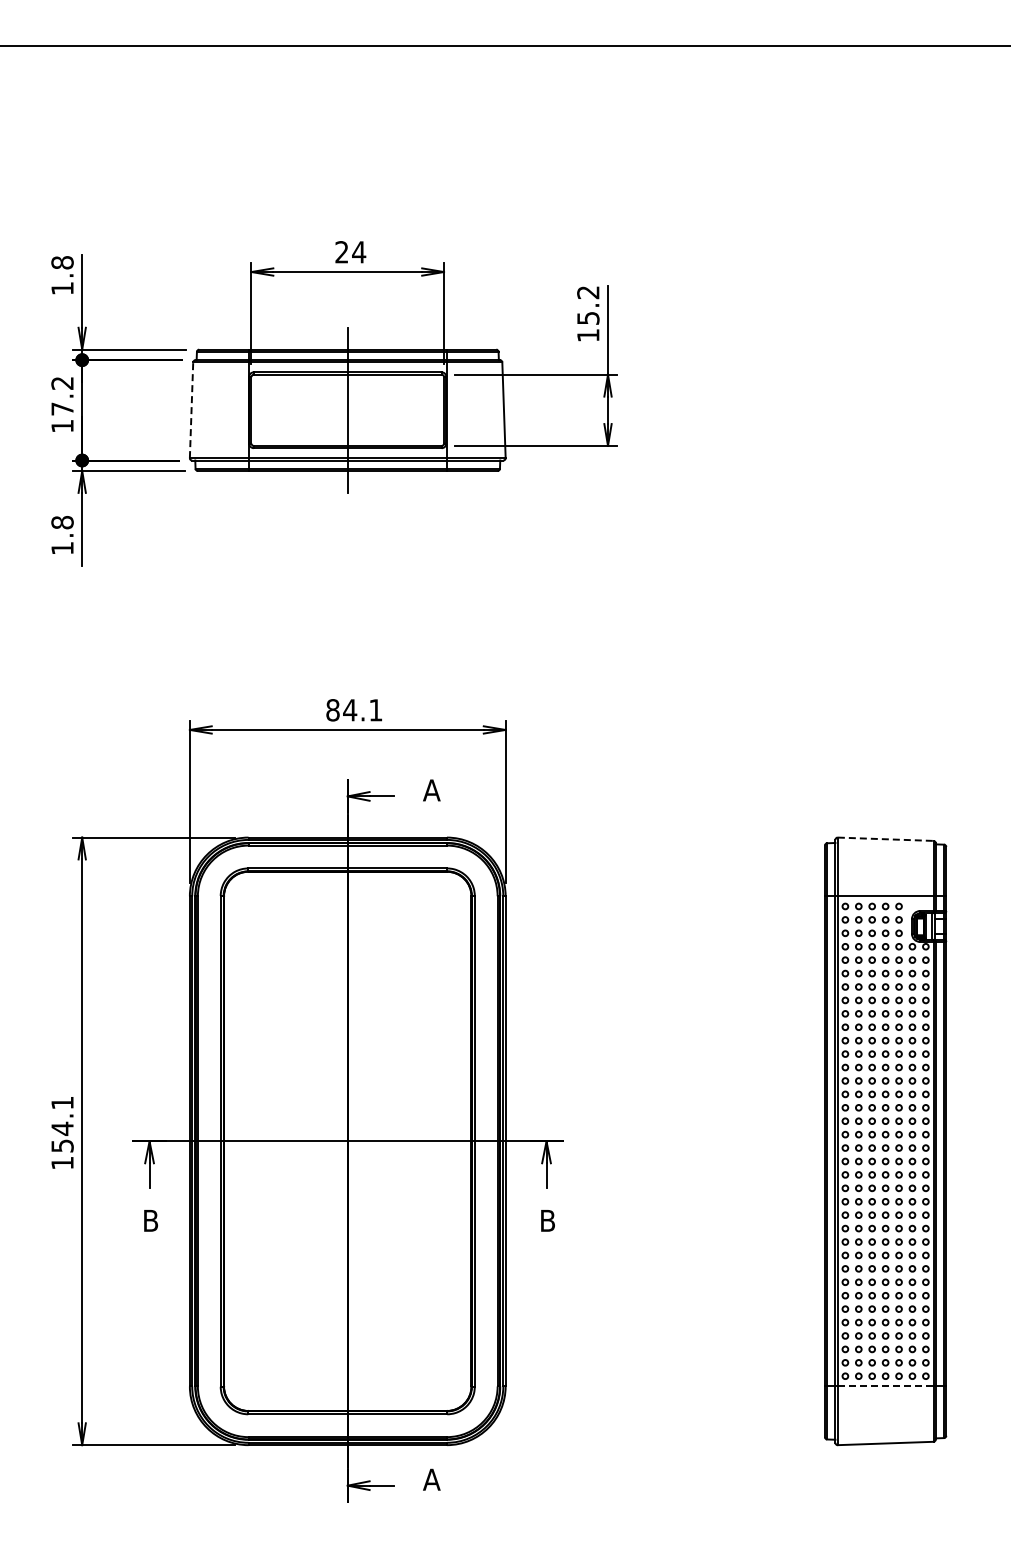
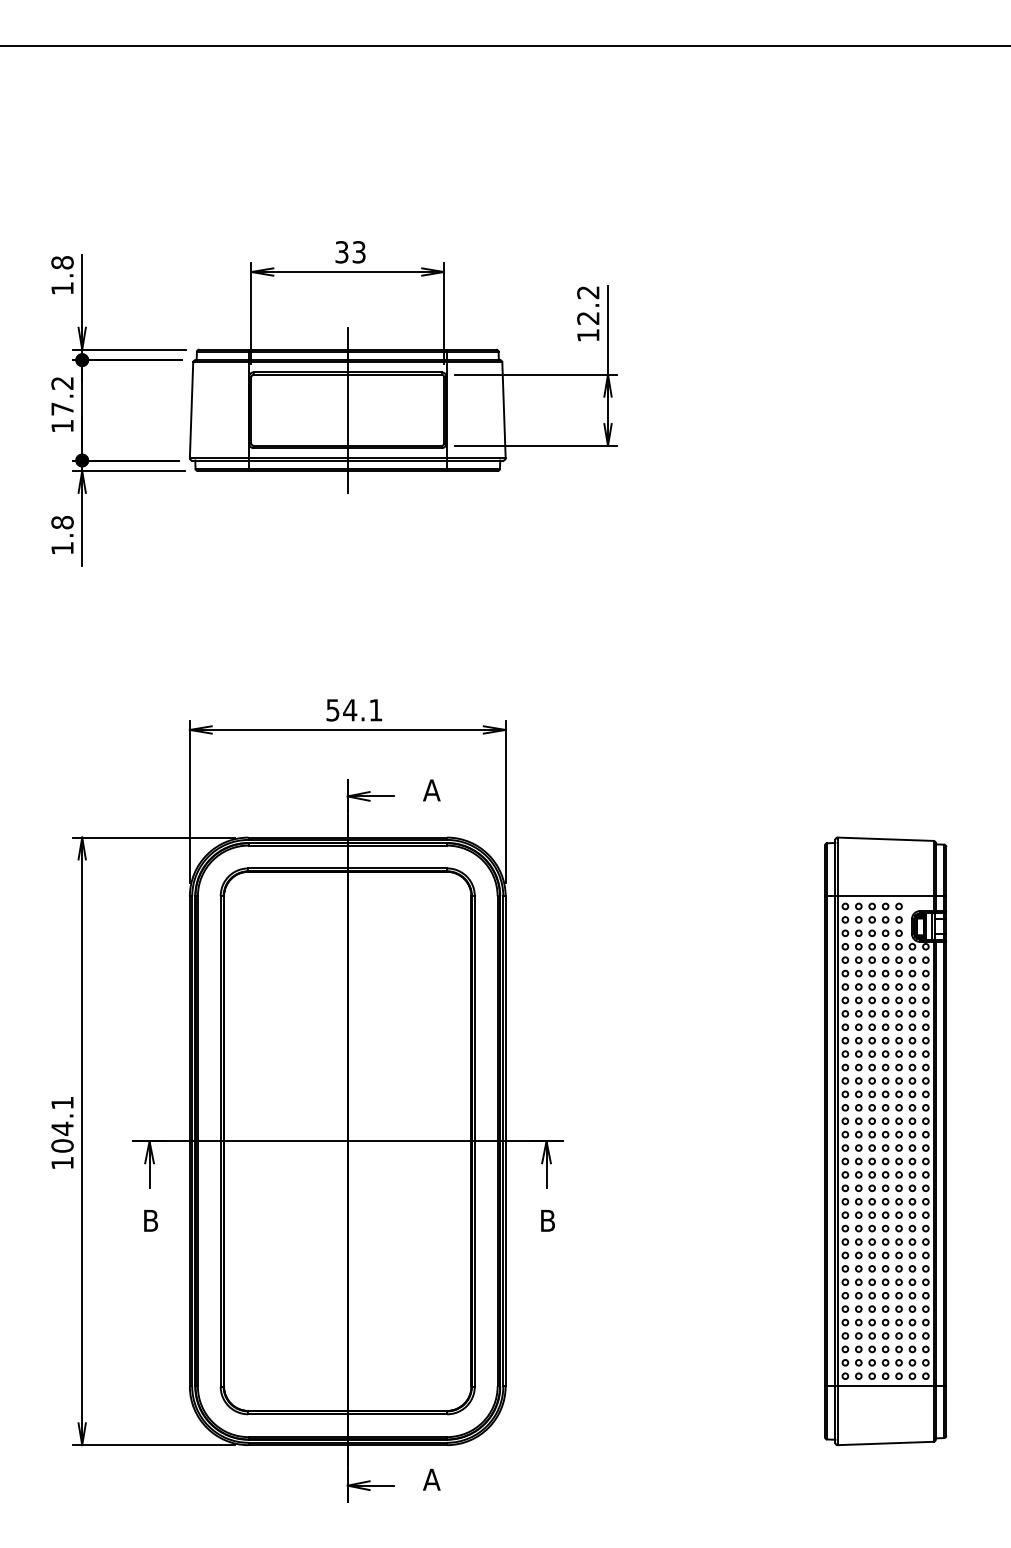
text at (350, 252): 24 -> 33
text at (588, 318): 15.2 -> 12.2
line at (191, 410): dashed -> solid
text at (332, 710): 84.1 -> 54.1
line at (885, 839): dashed -> solid
text at (62, 1145): 154.1 -> 104.1
line at (885, 1386): dashed -> solid
